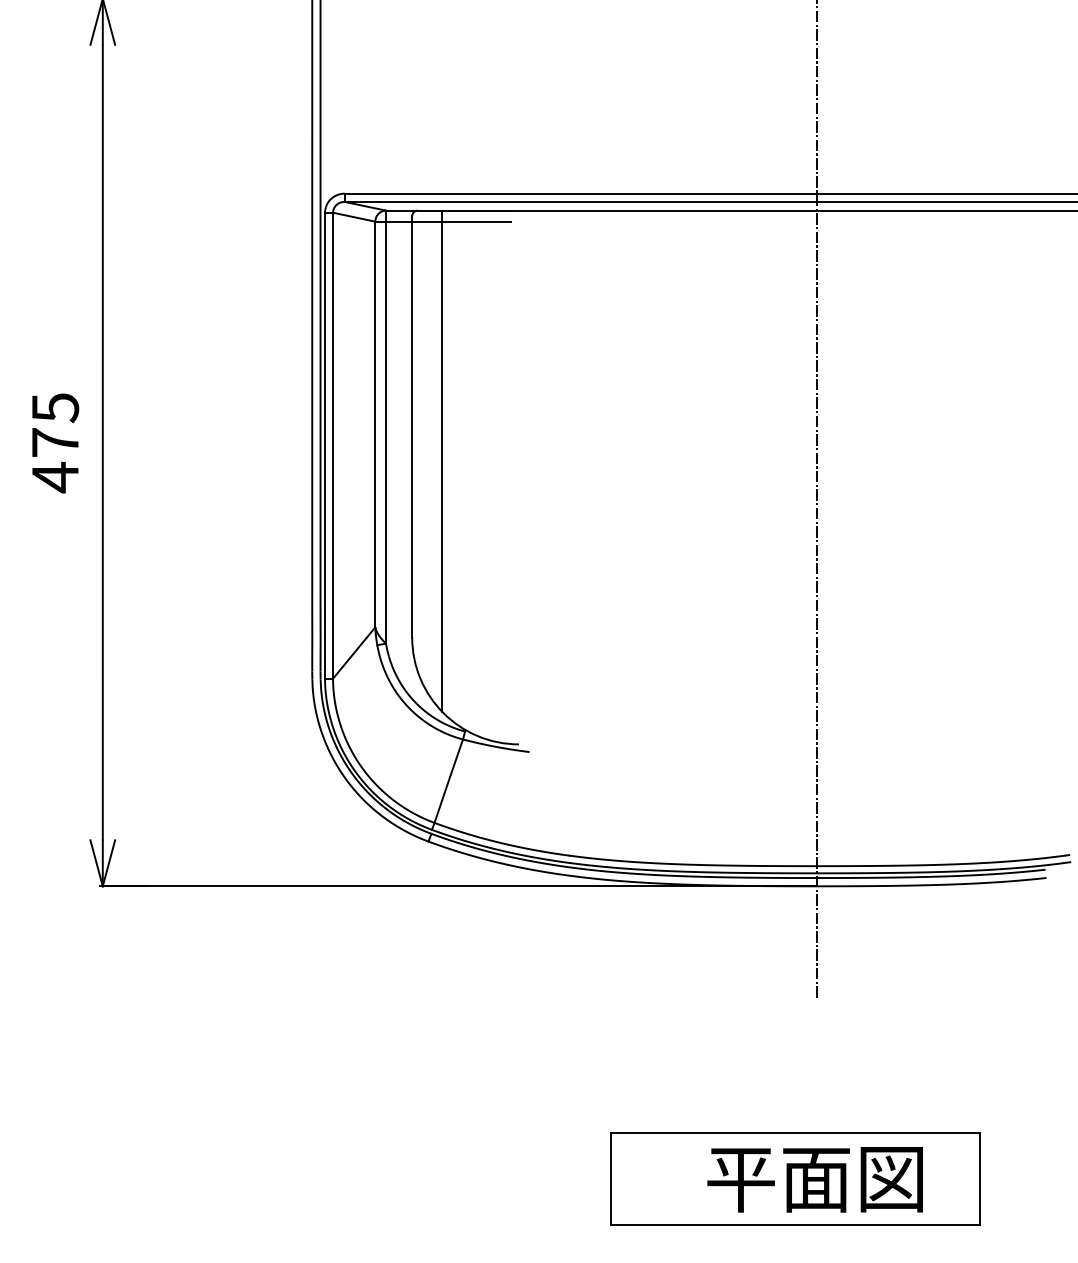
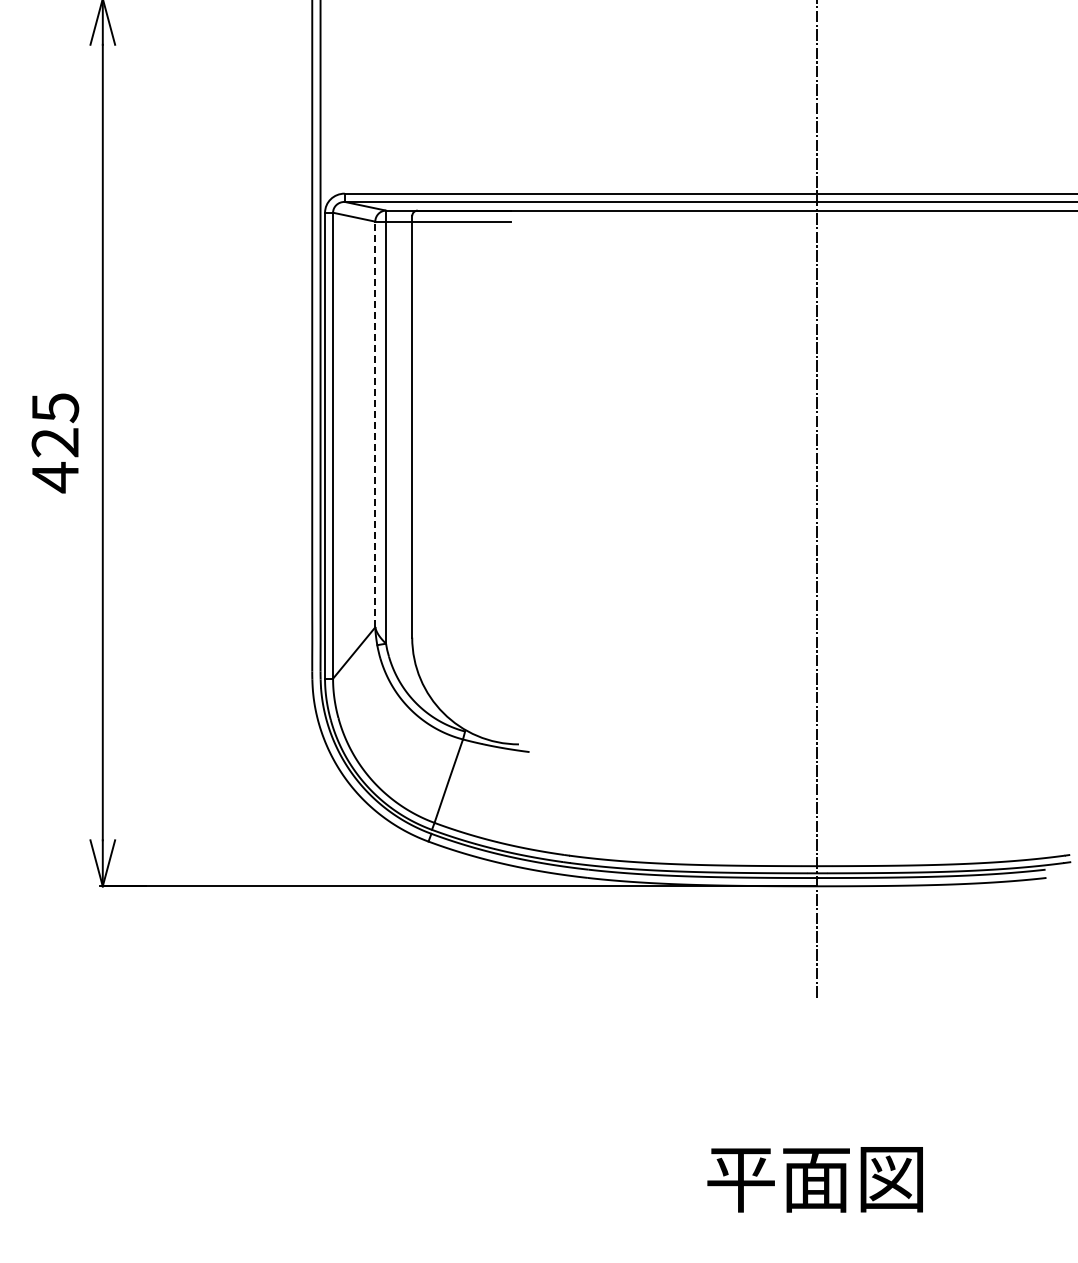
line at (375, 424): solid -> dashed
text at (54, 442): 475 -> 425
line at (442, 460): present -> none
part at (795, 1178): present -> none
